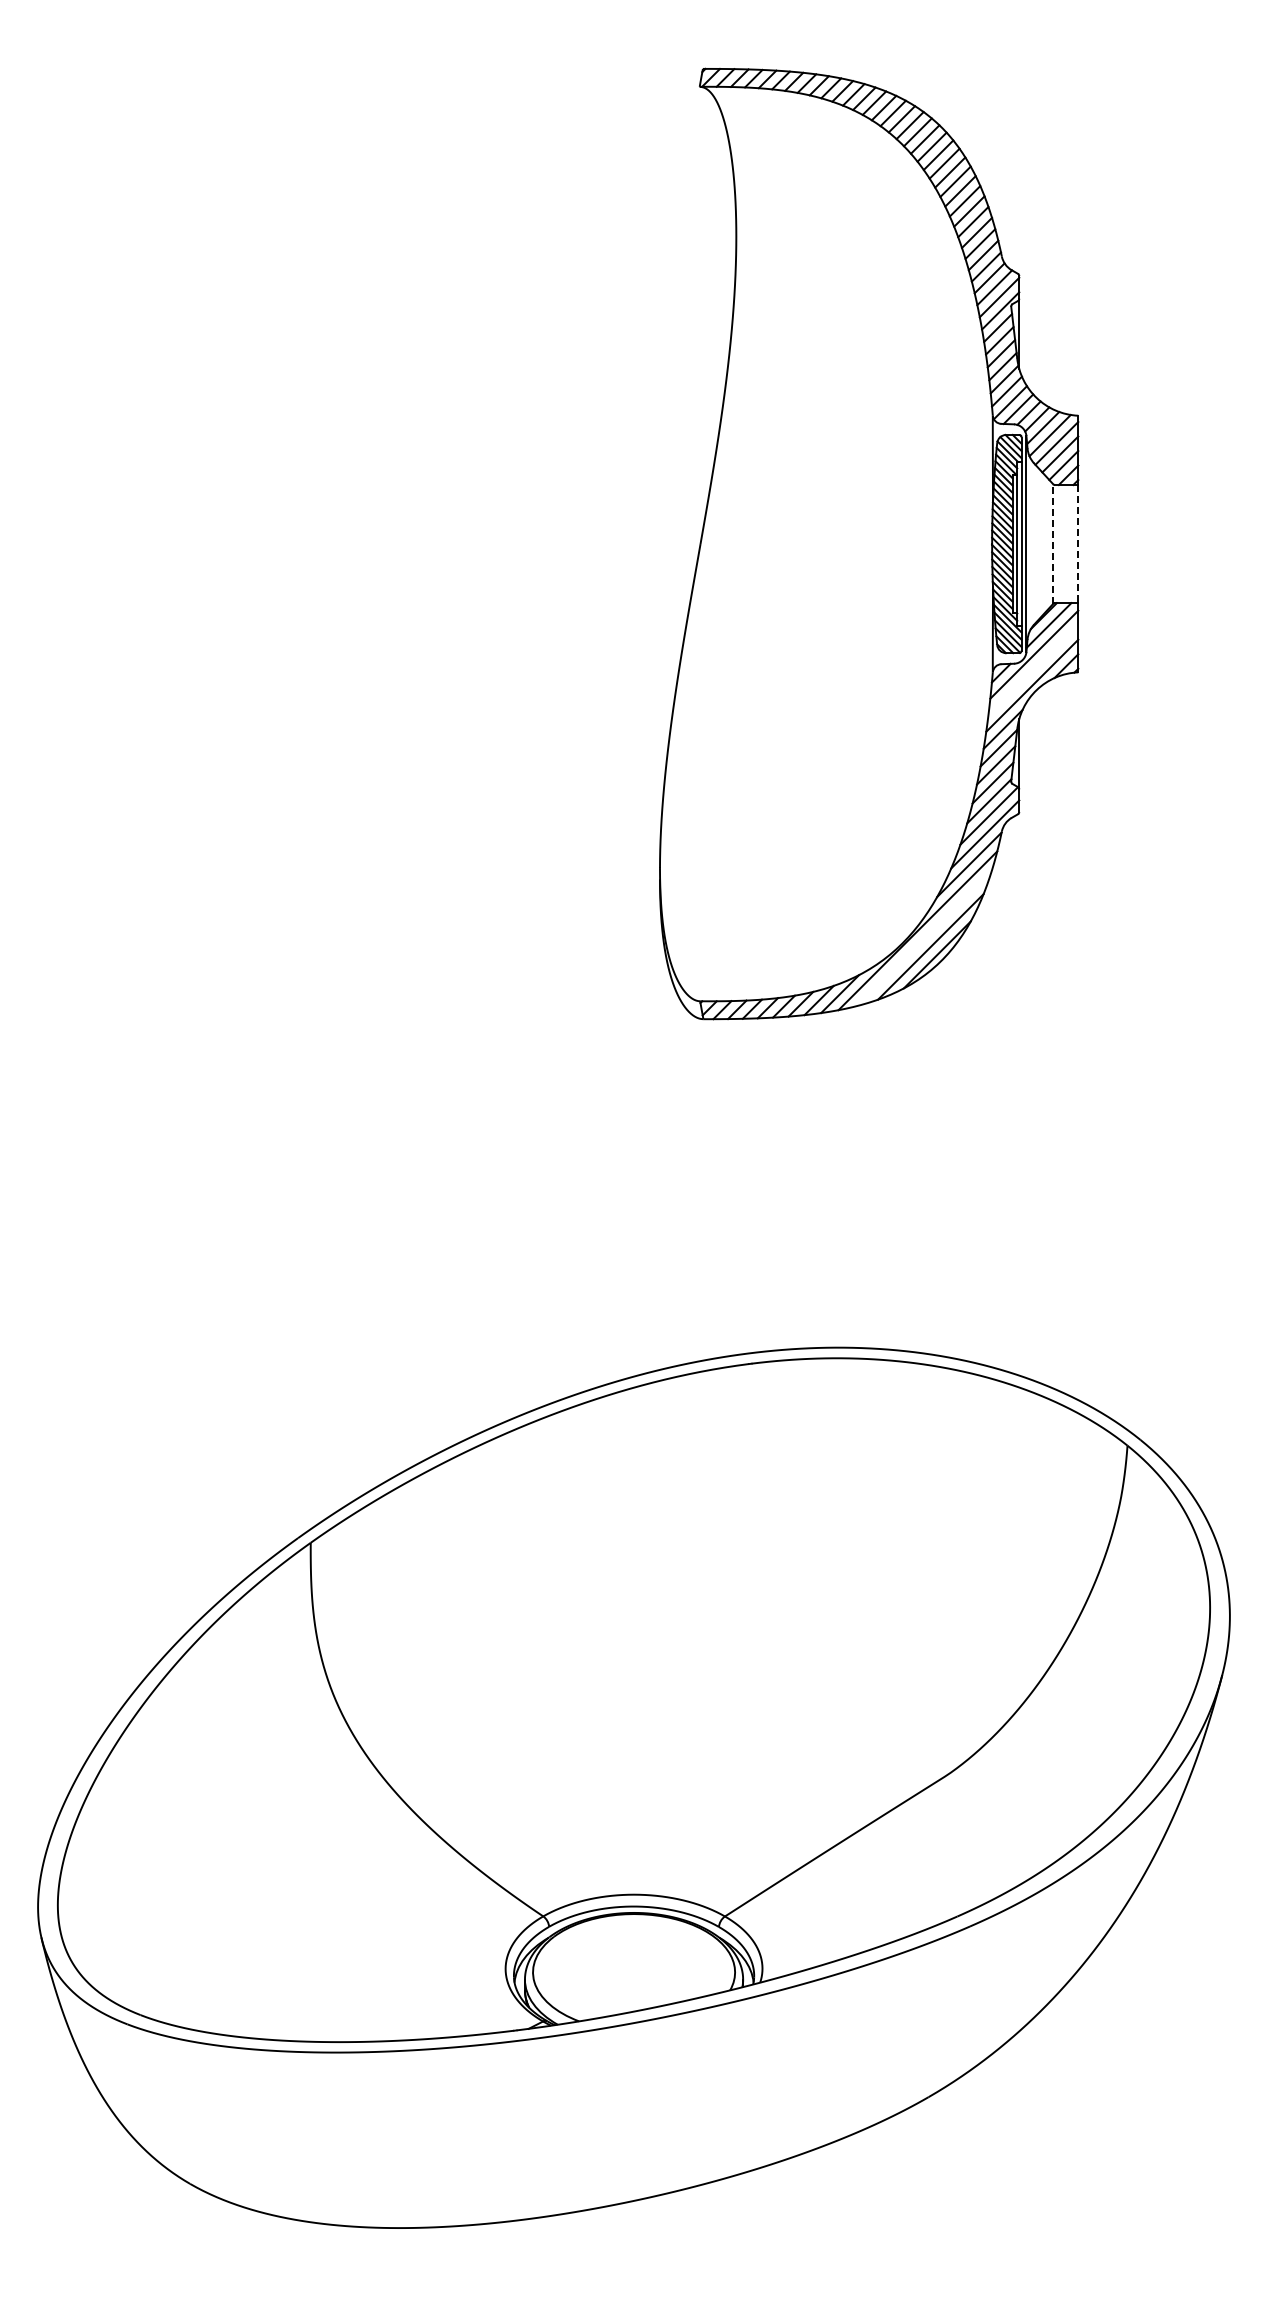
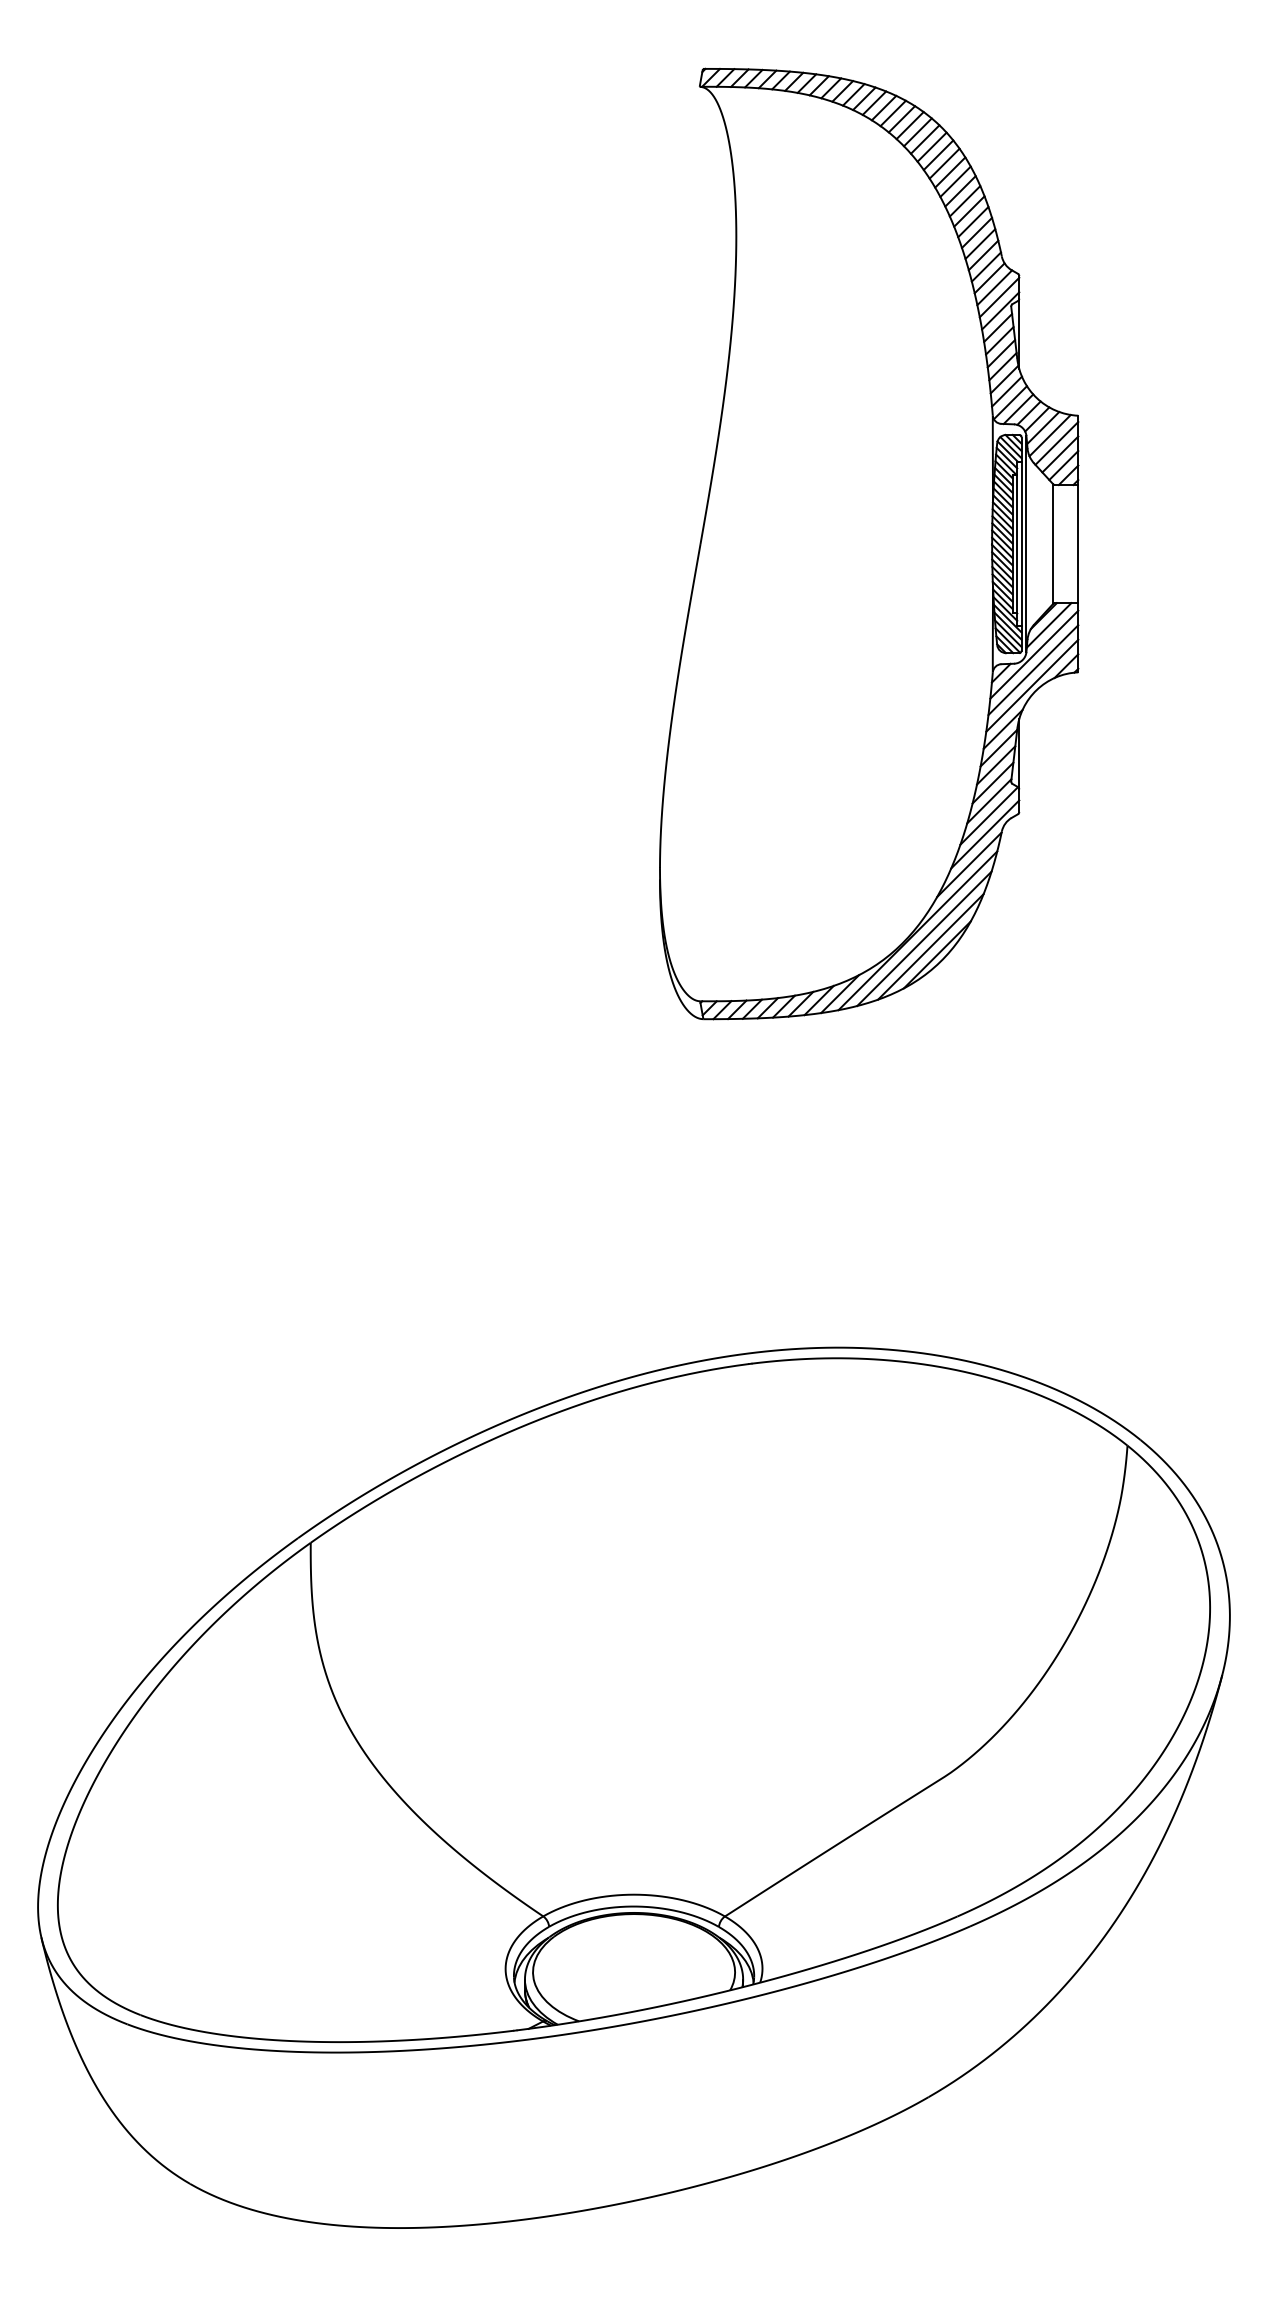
line at (1053, 544): dashed -> solid
line at (1078, 544): dashed -> solid
line at (1033, 670): none -> present
line at (924, 938): none -> present
